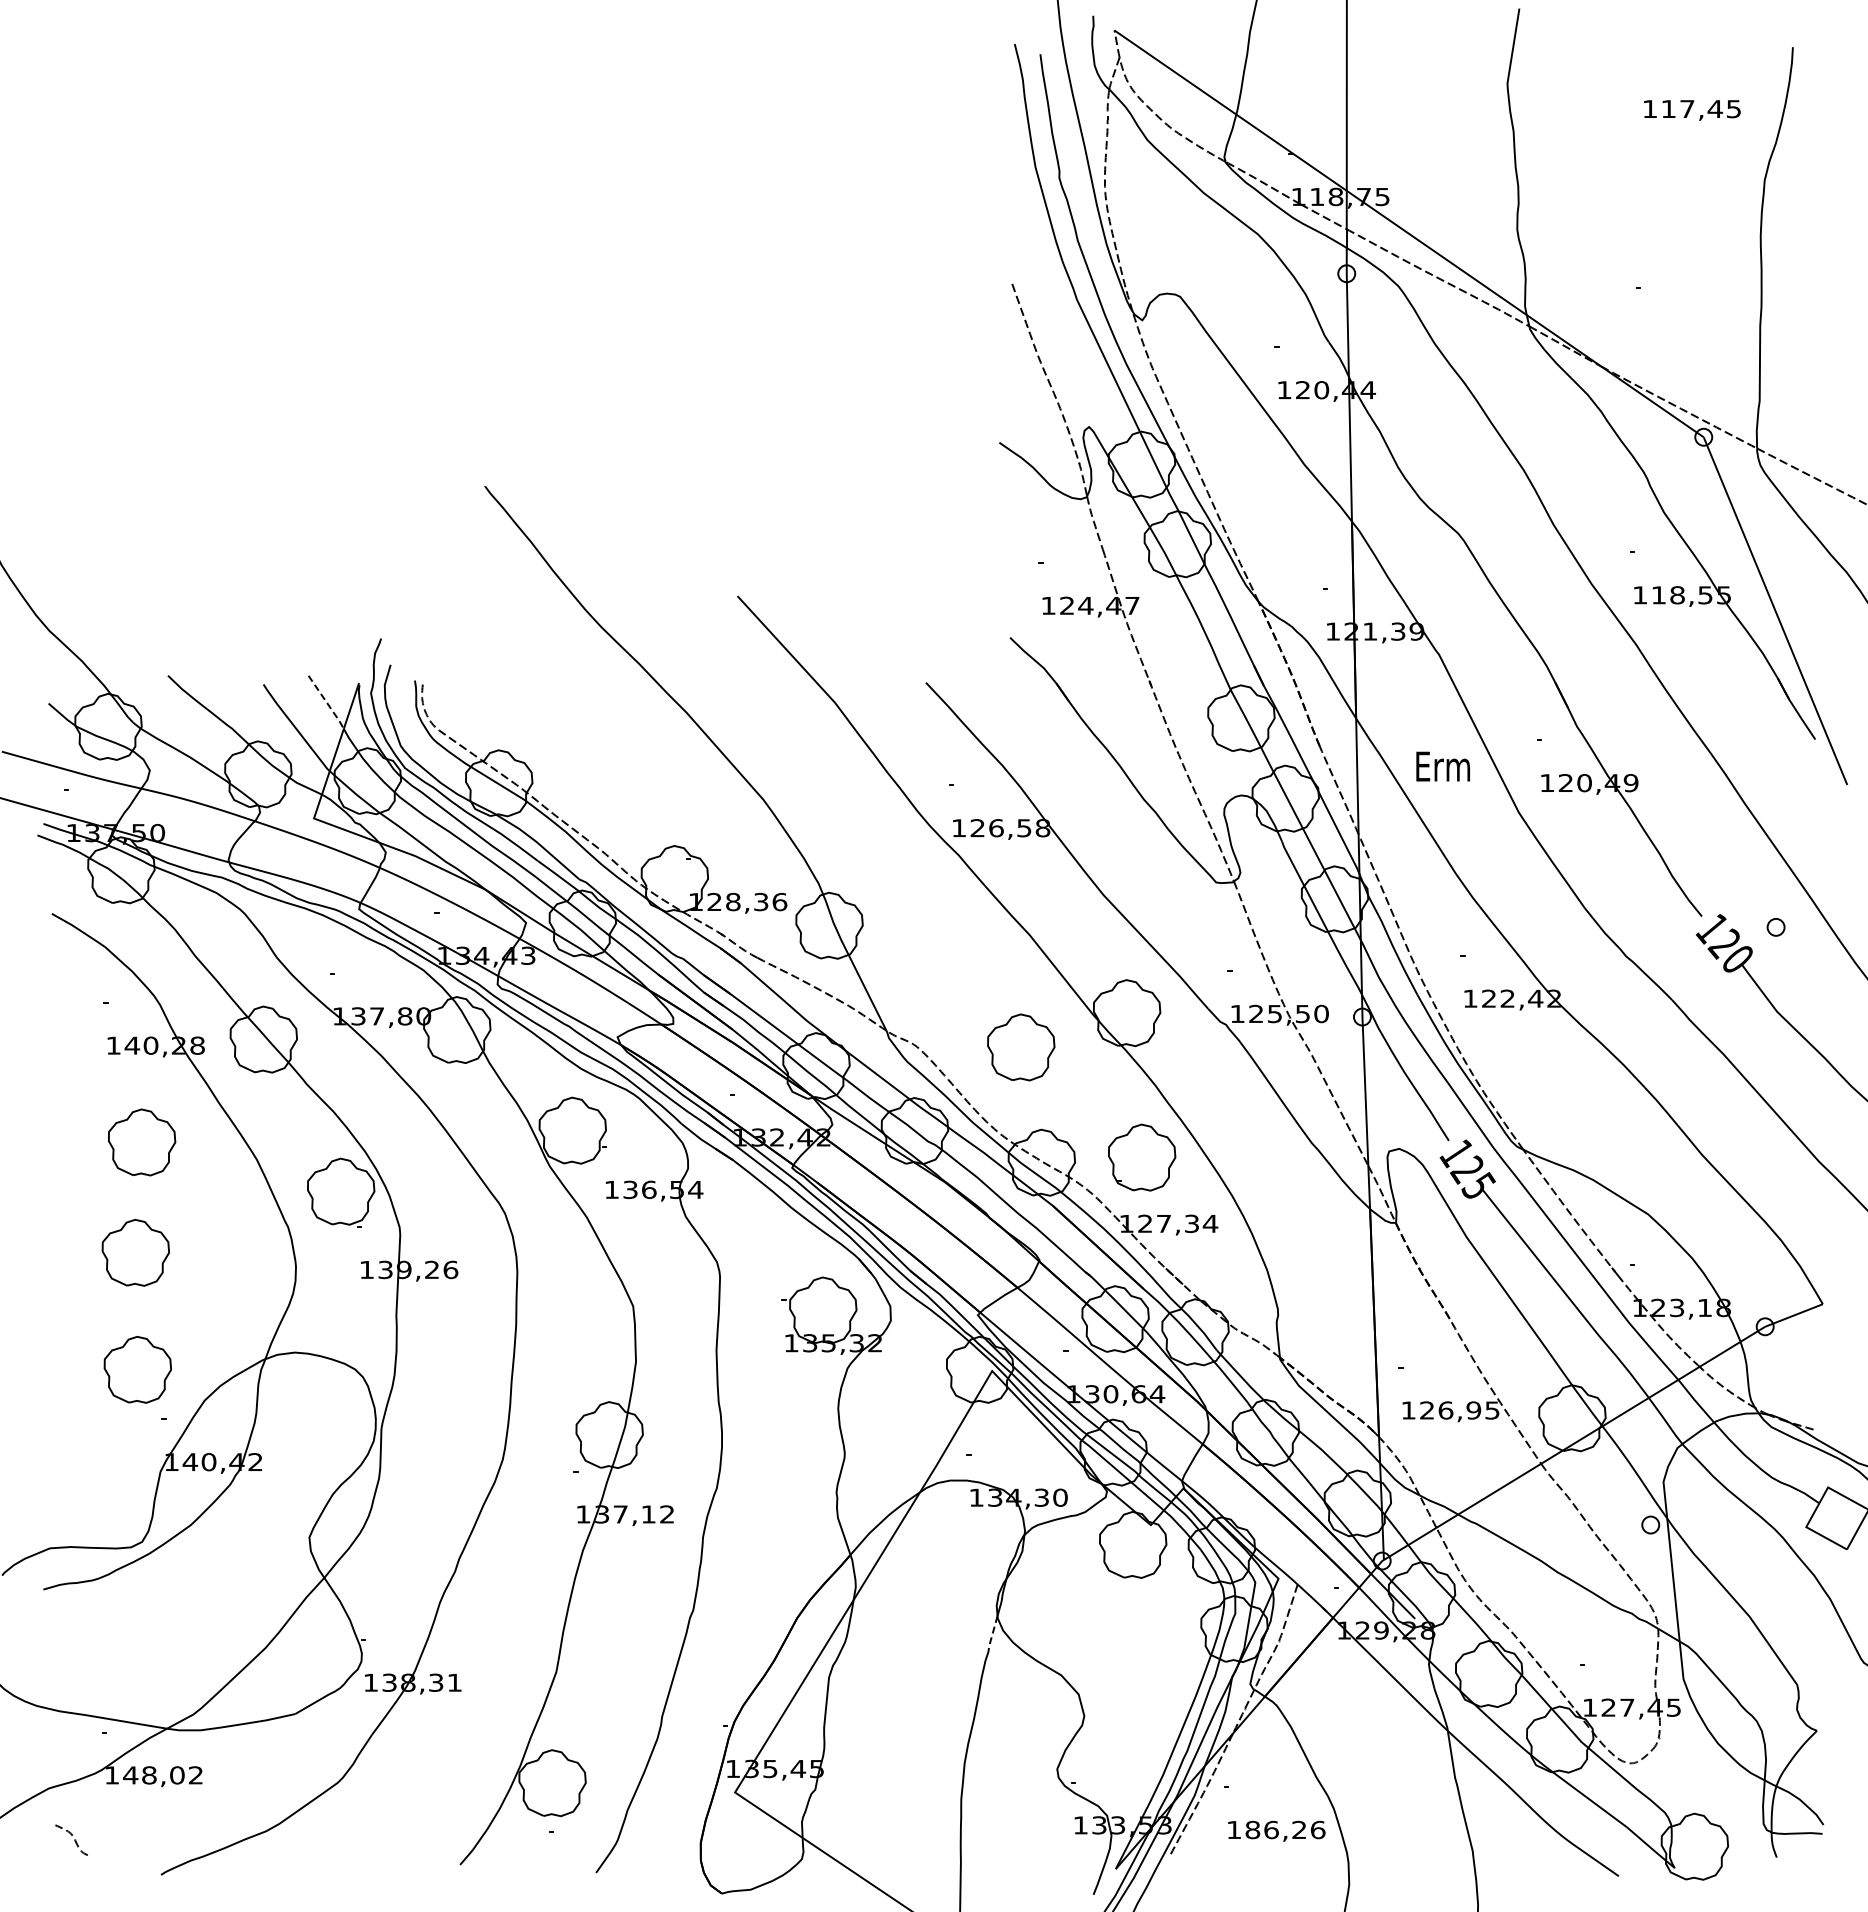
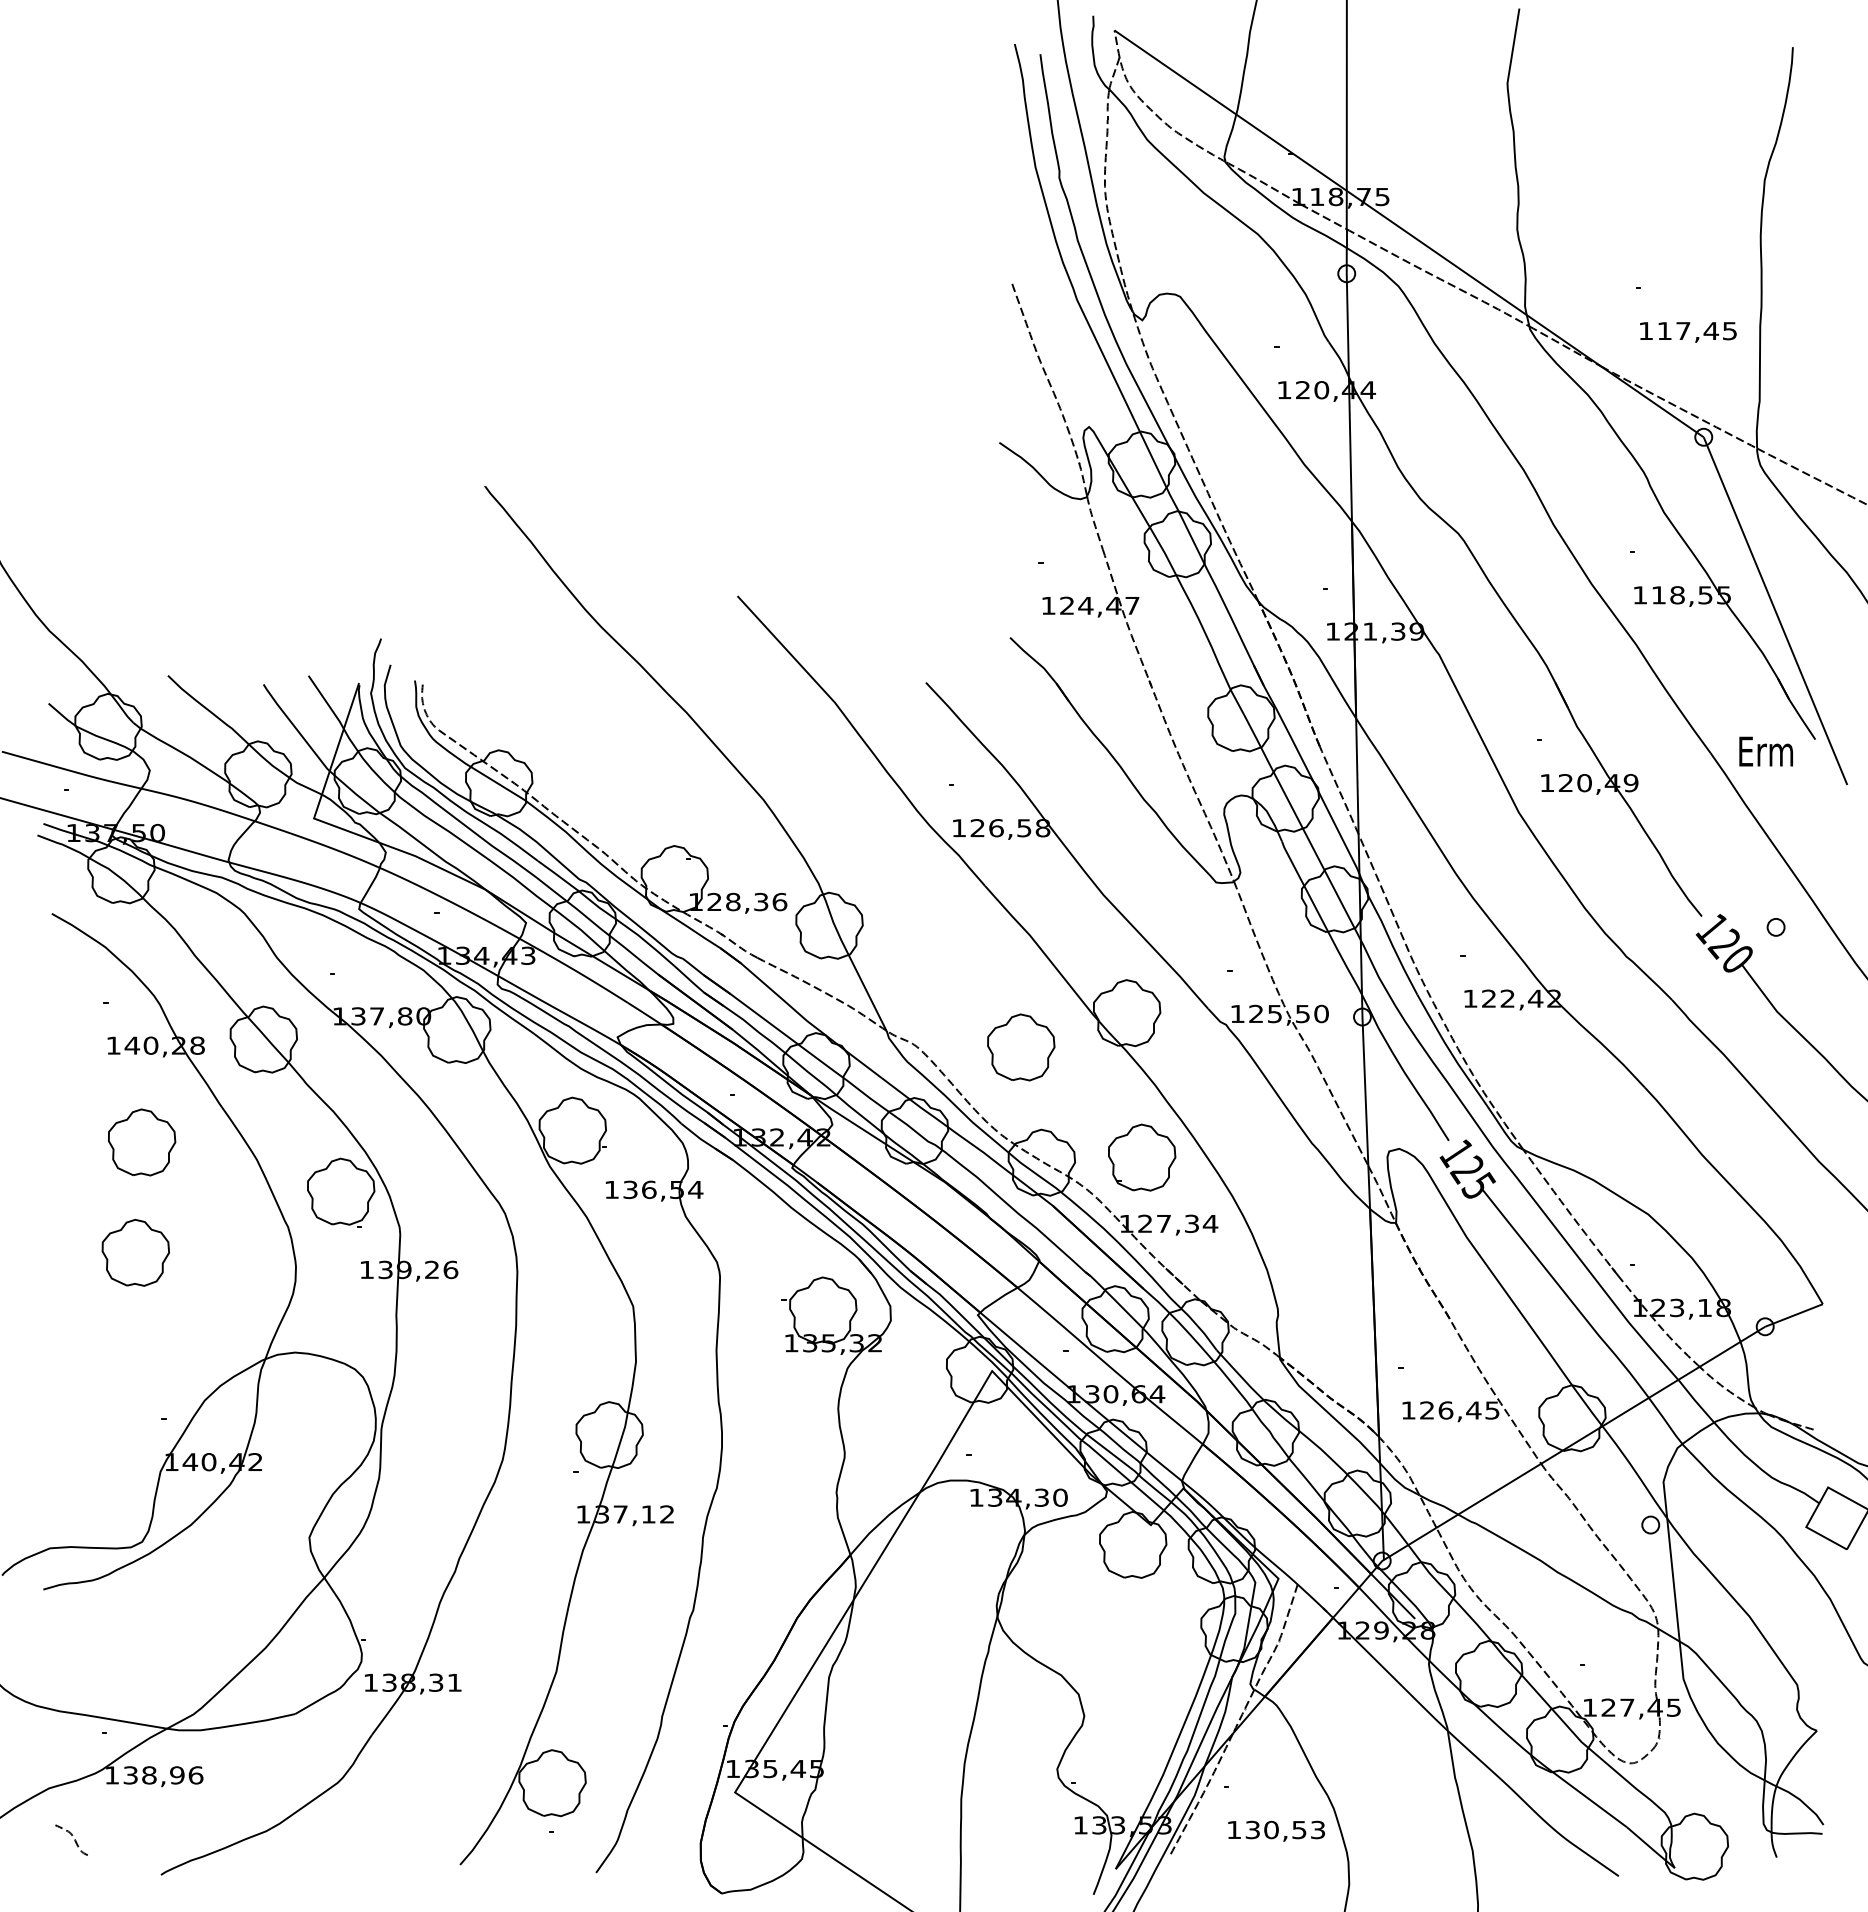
text at (1692, 110) position: (1692, 110) -> (1688, 332)
line at (327, 703): dashed -> solid
text at (1442, 766) position: (1442, 766) -> (1765, 751)
part at (137, 1369): present -> none
text at (1473, 1410): 126,95 -> 126,45
line at (992, 1635): dashed -> solid
text at (163, 1775): 148,02 -> 138,96
text at (1285, 1829): 186,26 -> 130,53
